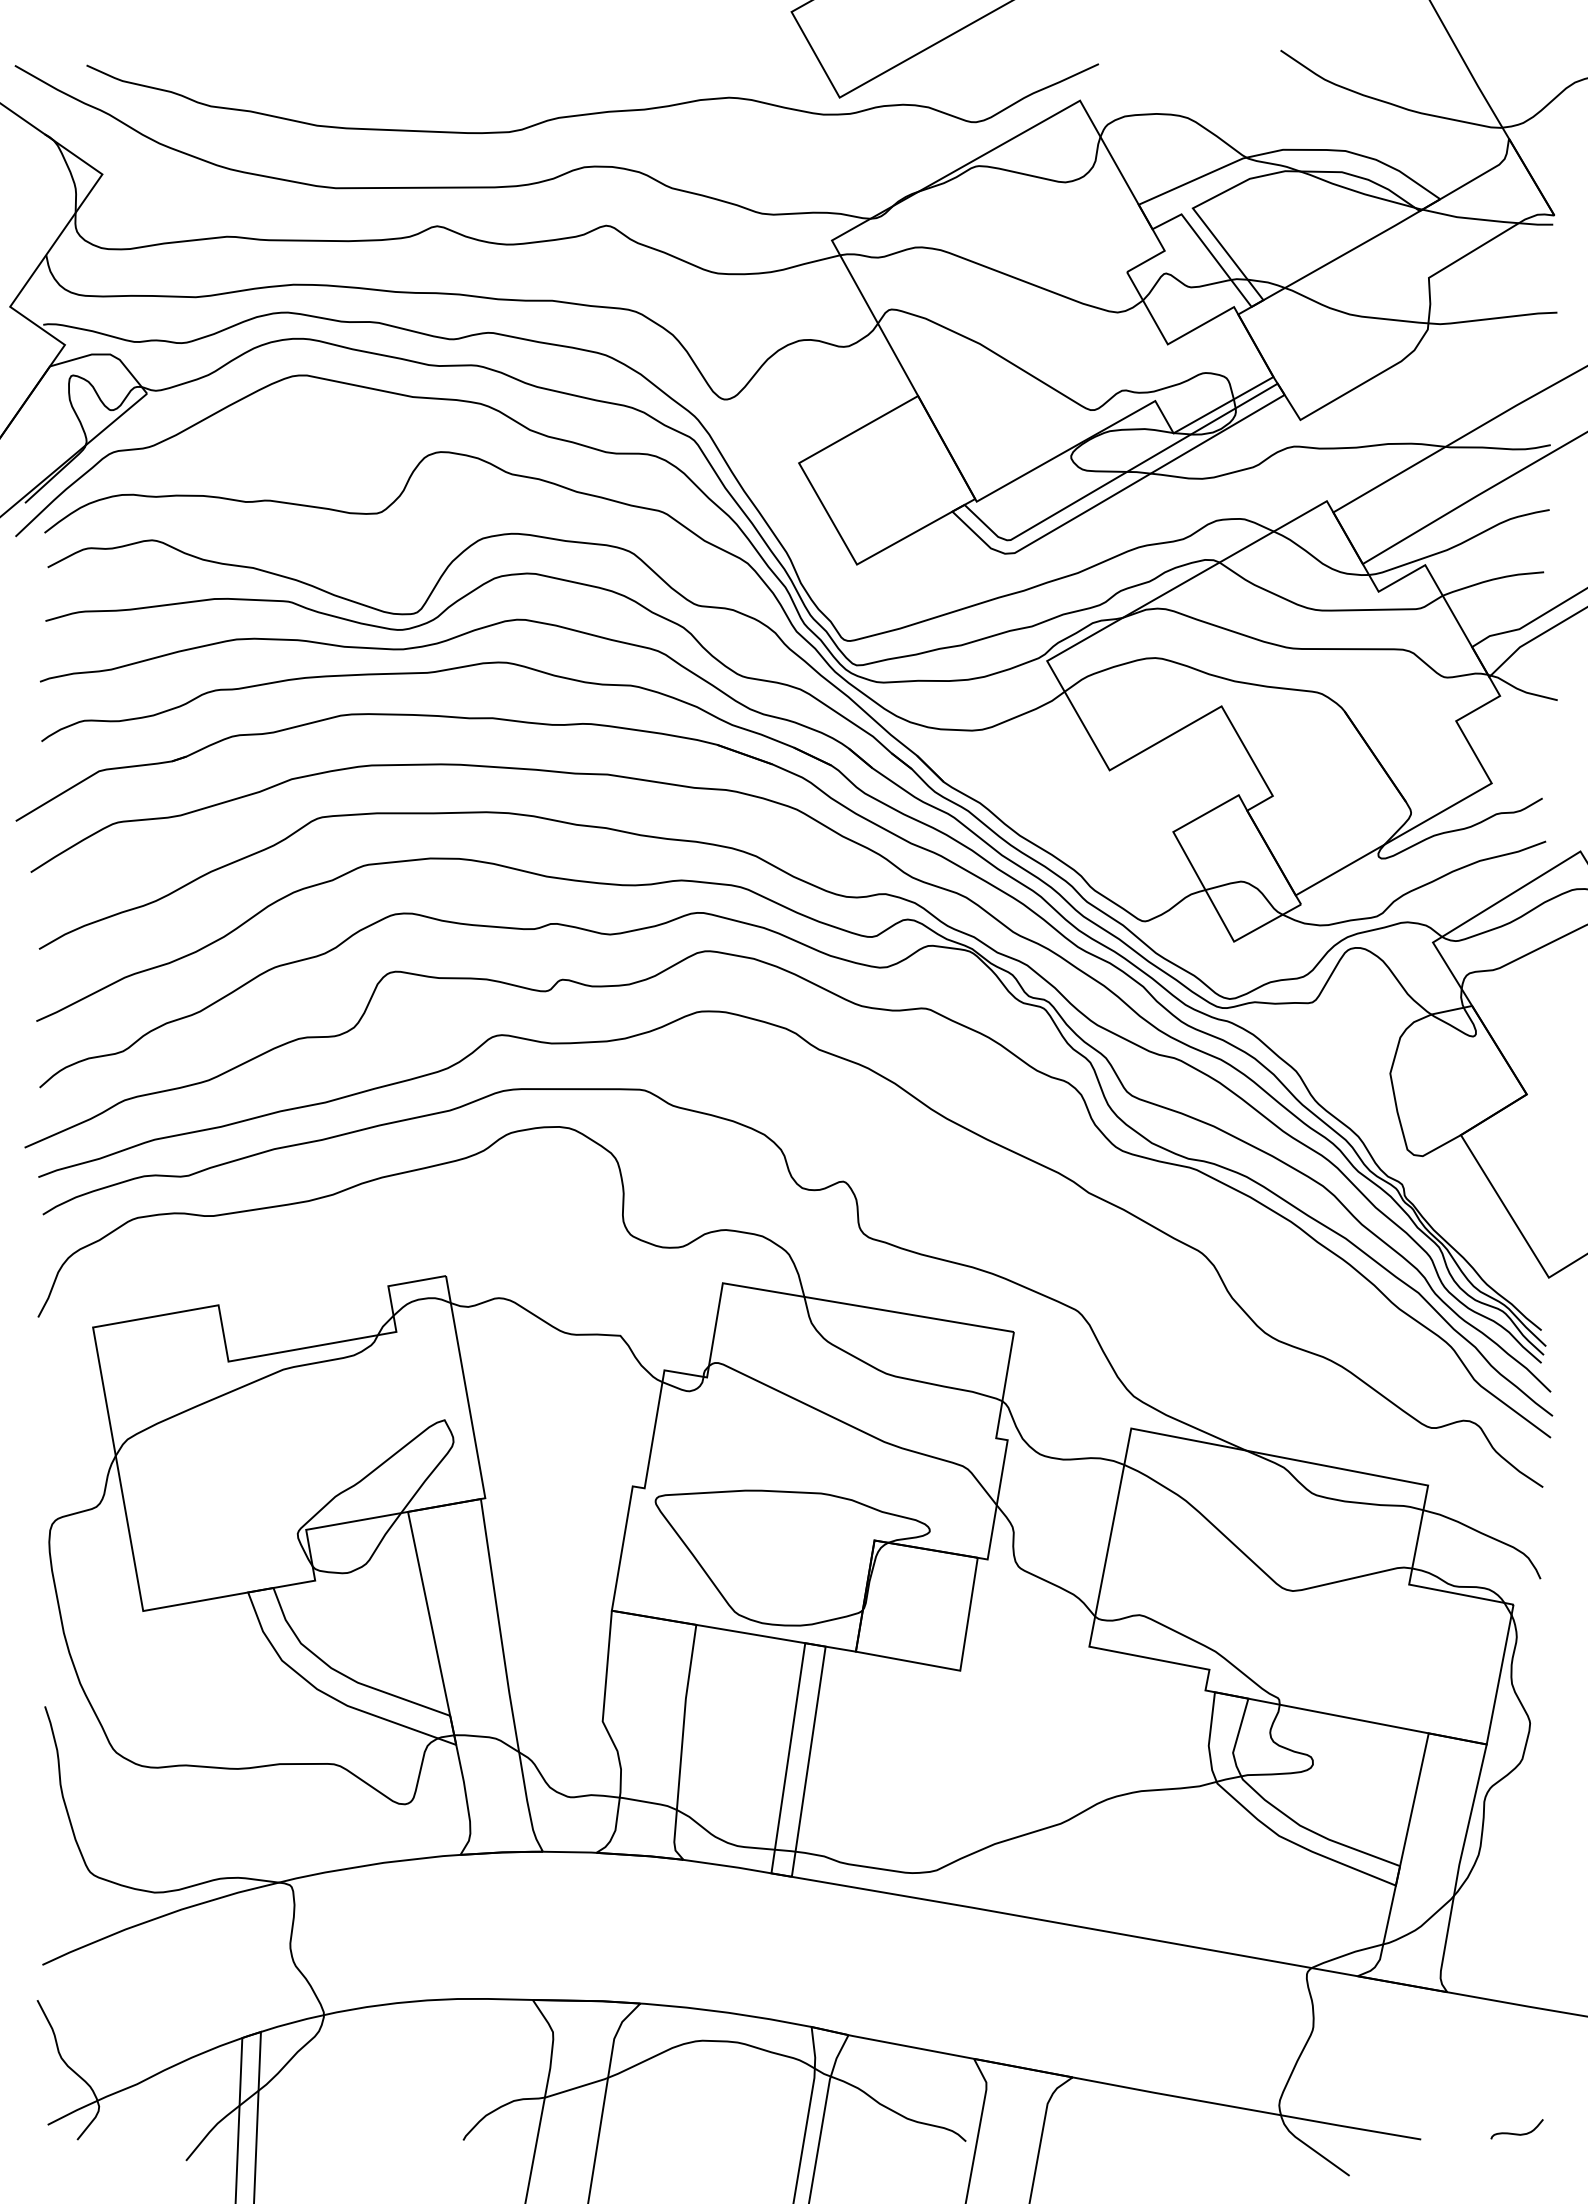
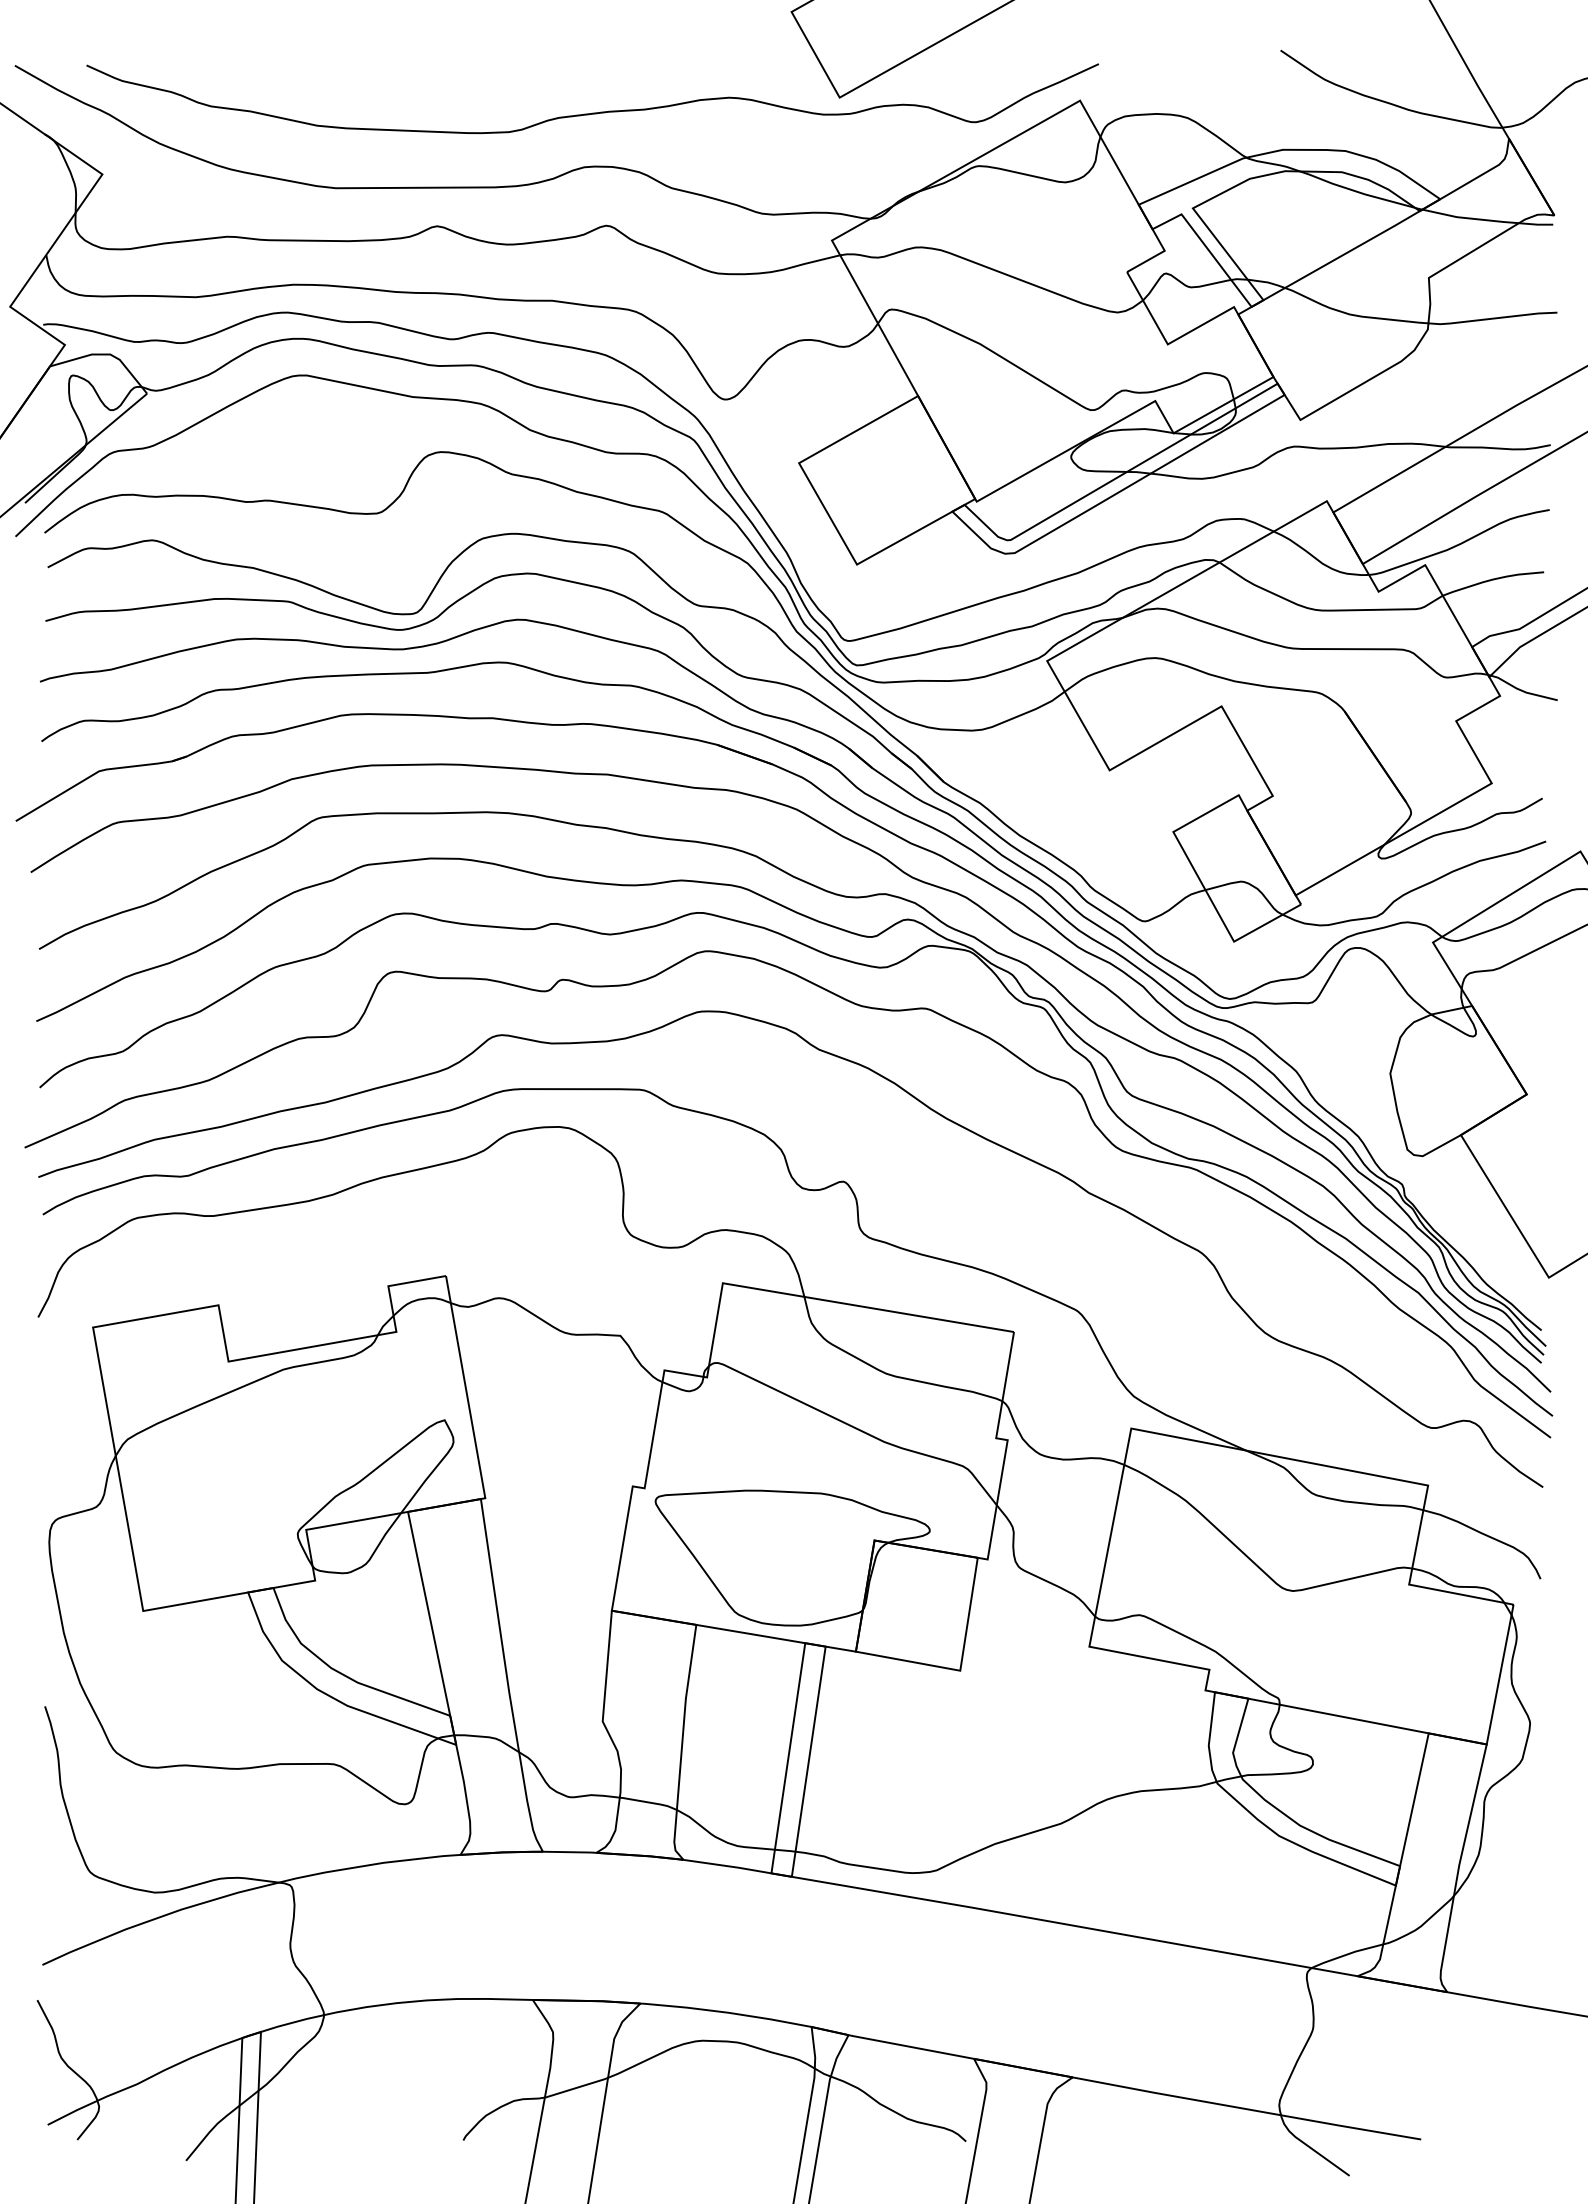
curve at (1516, 2133): present -> none
